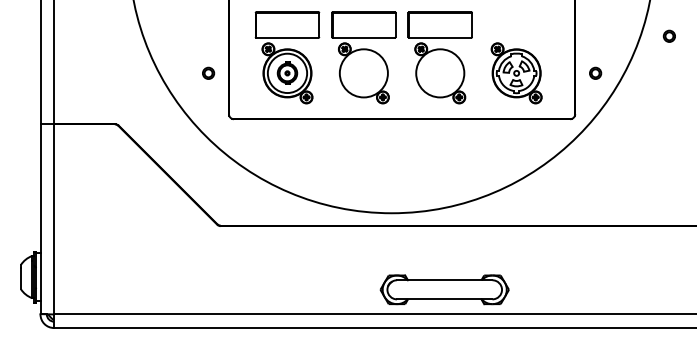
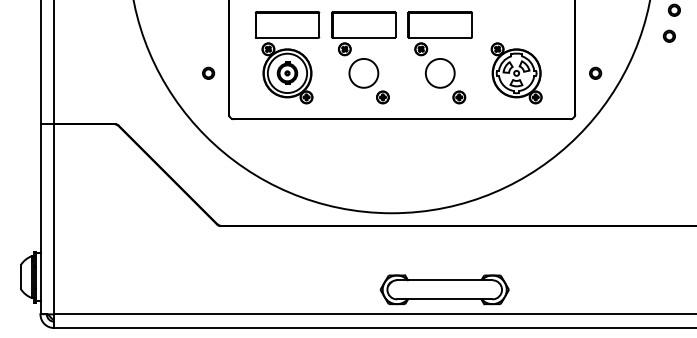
part at (673, 9): none -> present
circle at (363, 73) diameter: 48 px -> 29 px
circle at (440, 73) diameter: 48 px -> 29 px
